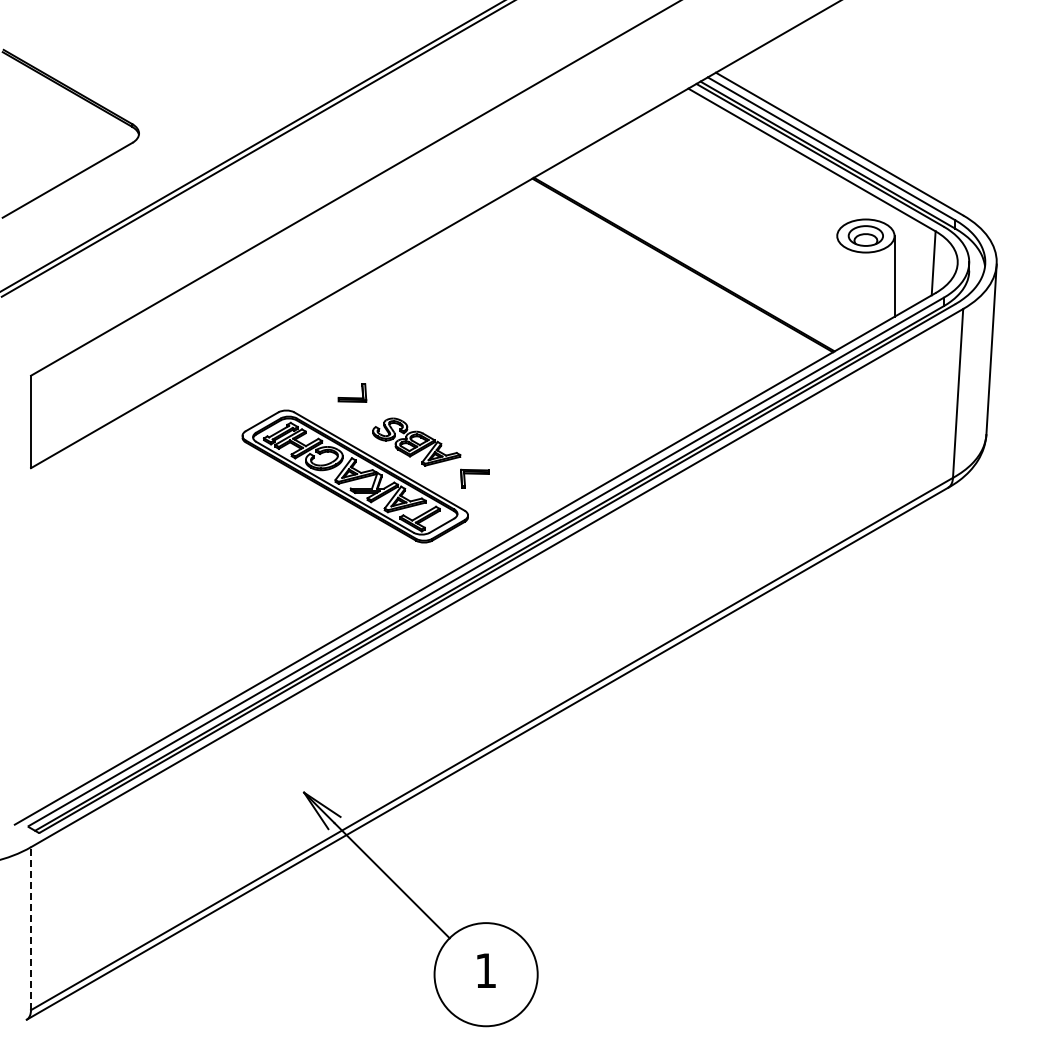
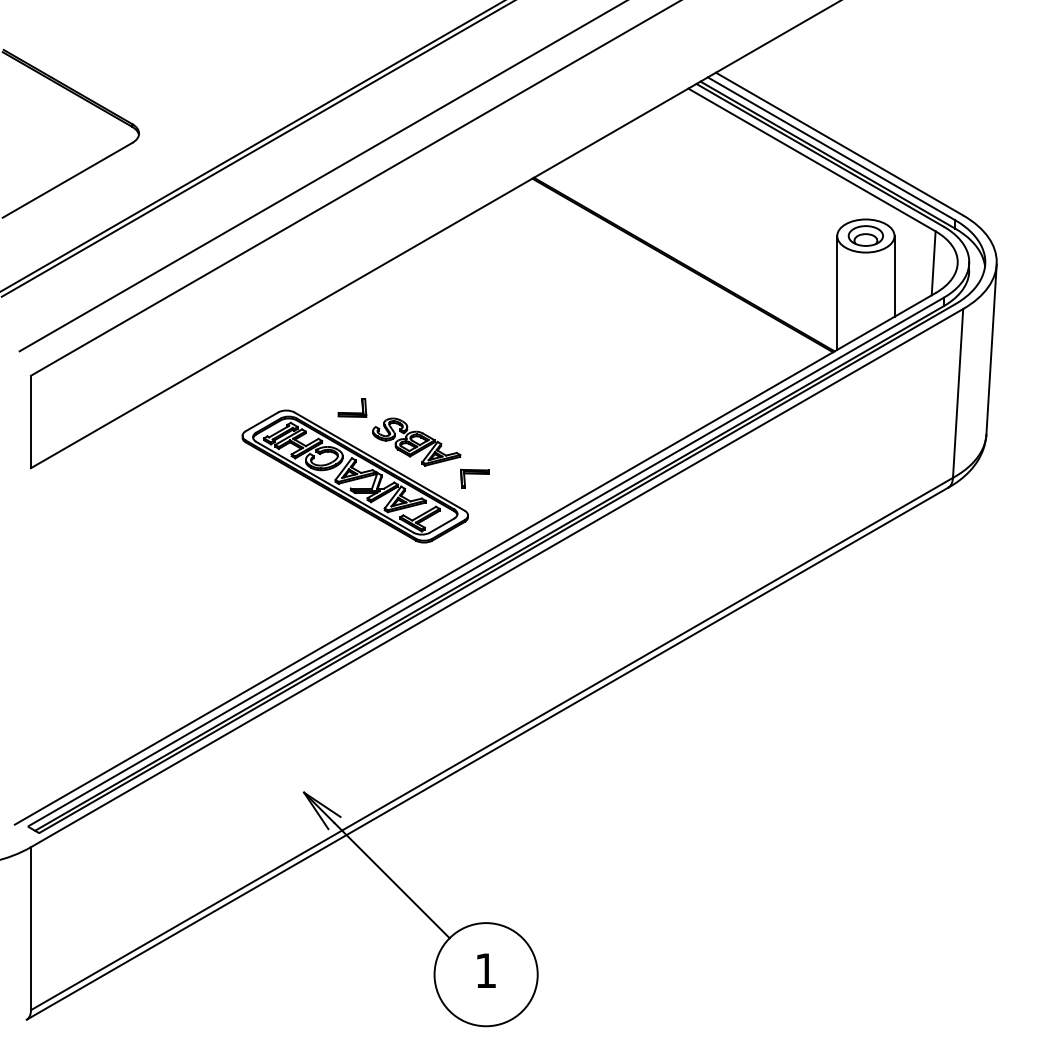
line at (321, 176): none -> present
line at (837, 292): none -> present
part at (352, 392) position: (352, 392) -> (352, 407)
line at (31, 928): dashed -> solid
